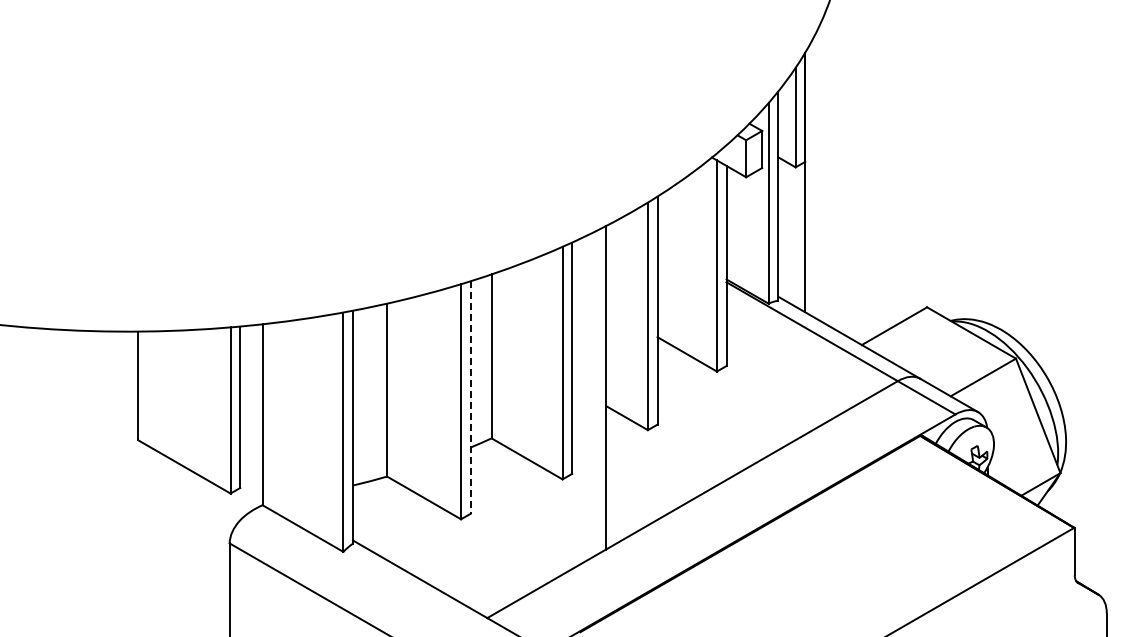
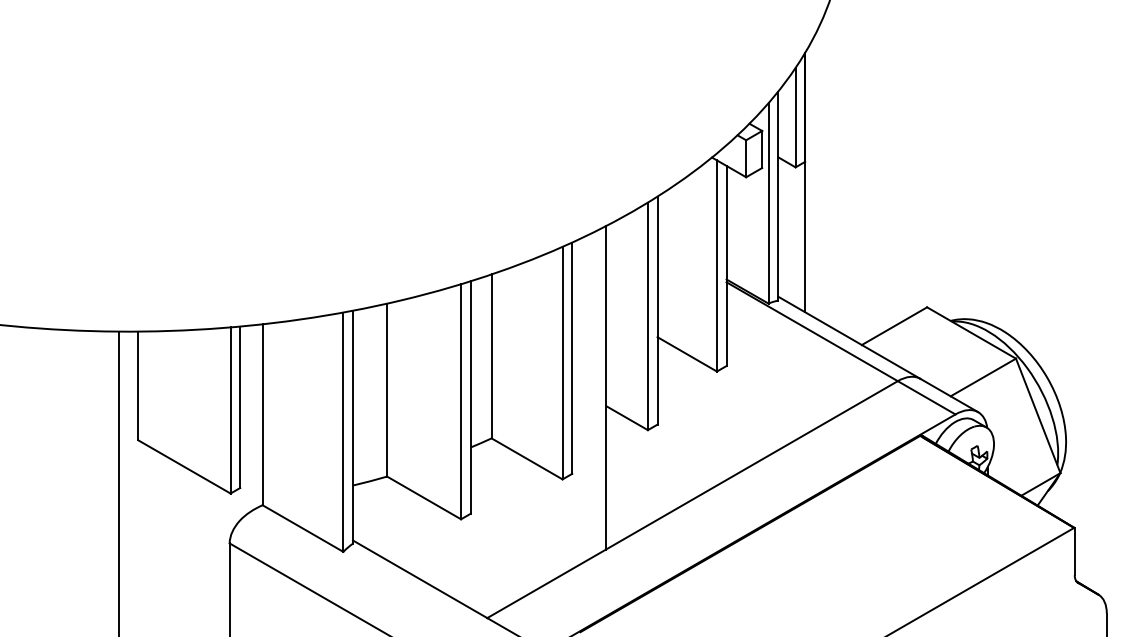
line at (470, 398): dashed -> solid
line at (118, 482): none -> present
